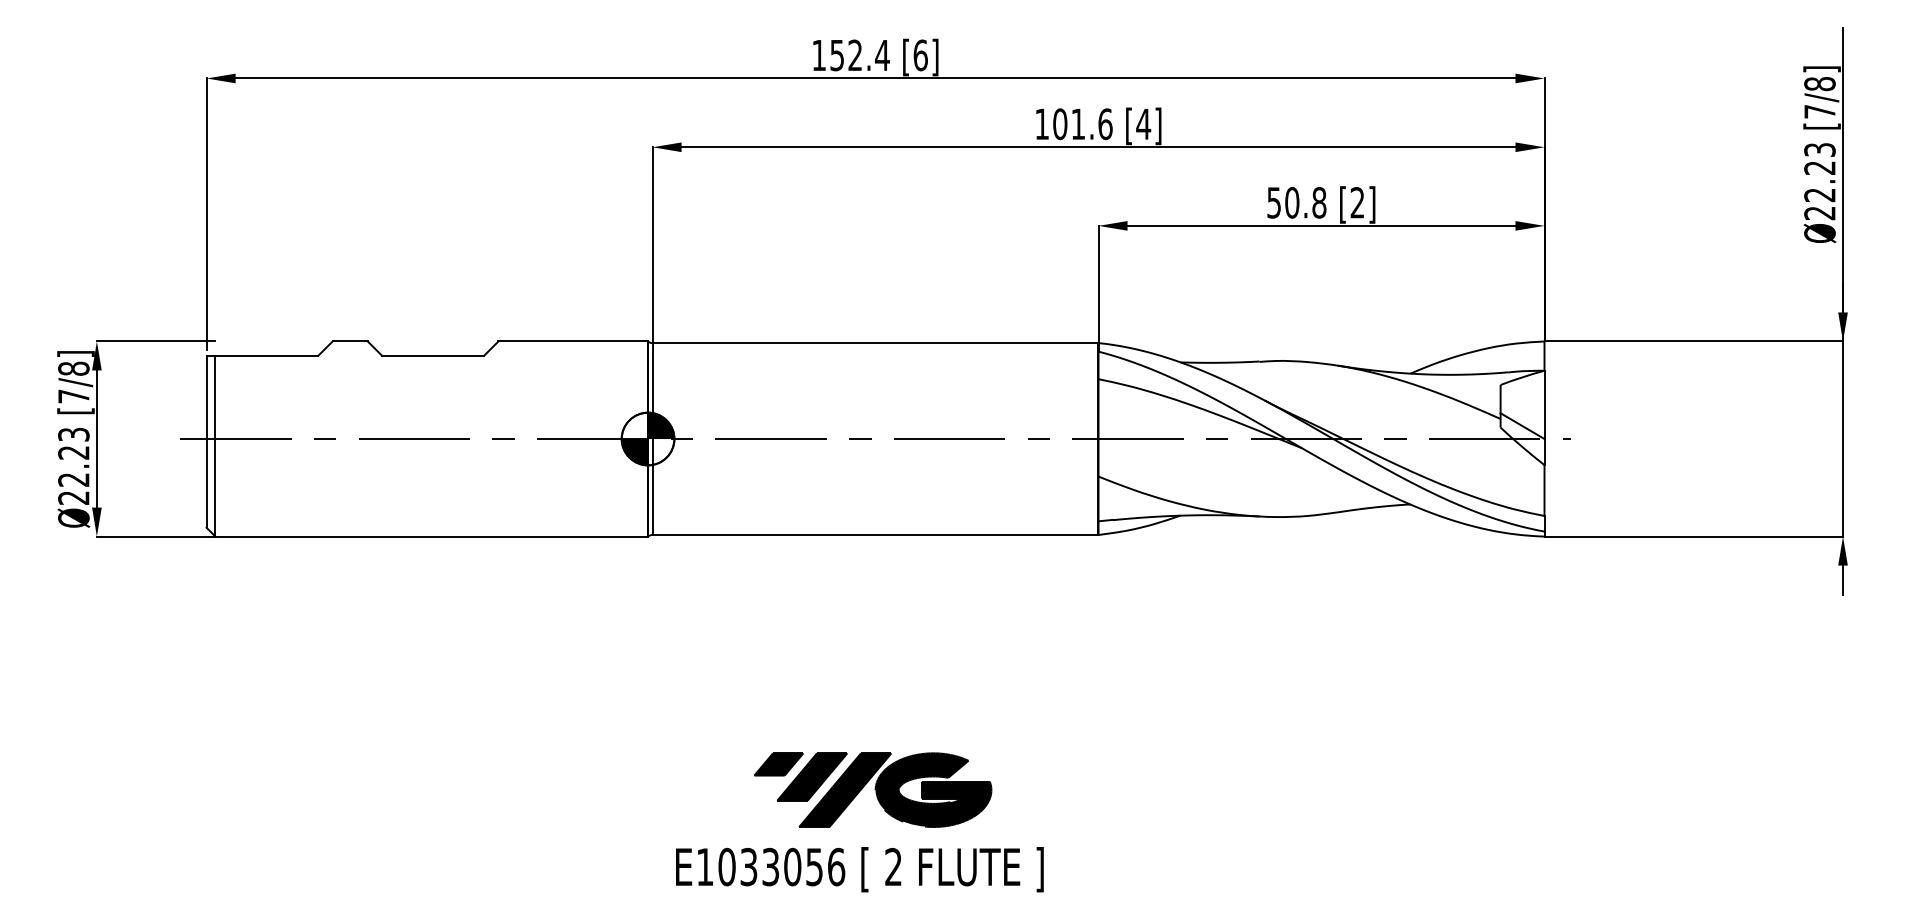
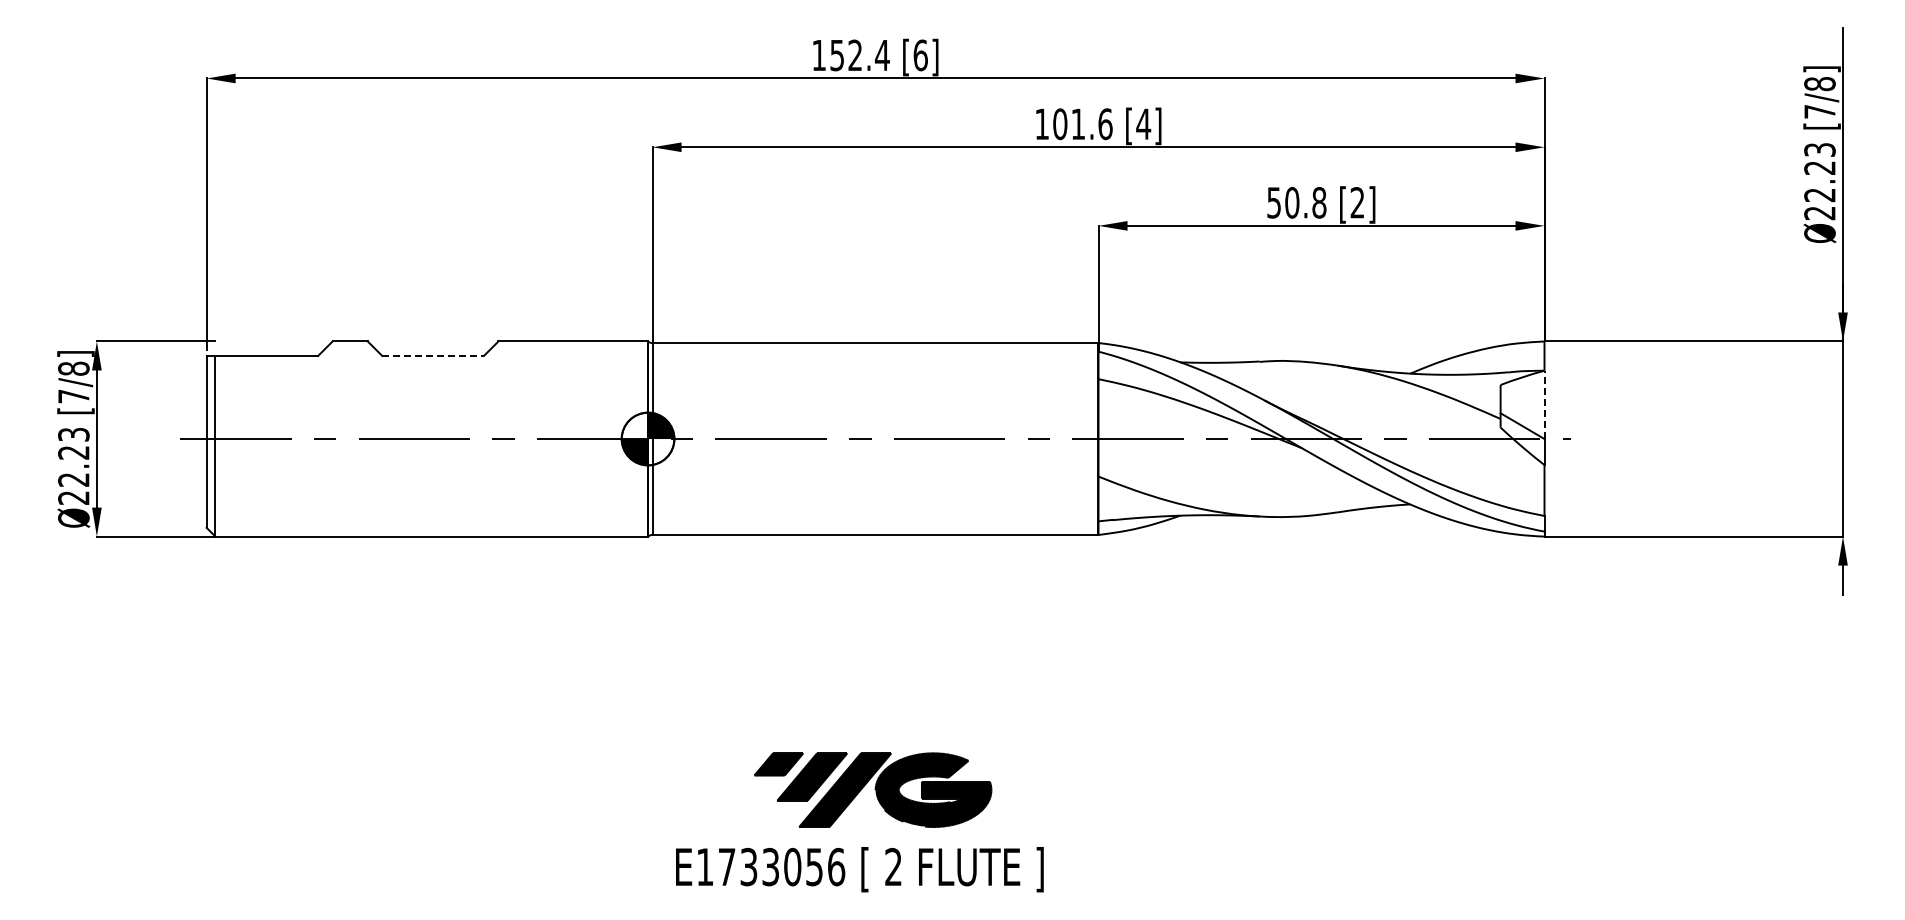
line at (433, 355): solid -> dashed
line at (1544, 404): solid -> dashed
text at (726, 866): E1033056 -> E1733056
